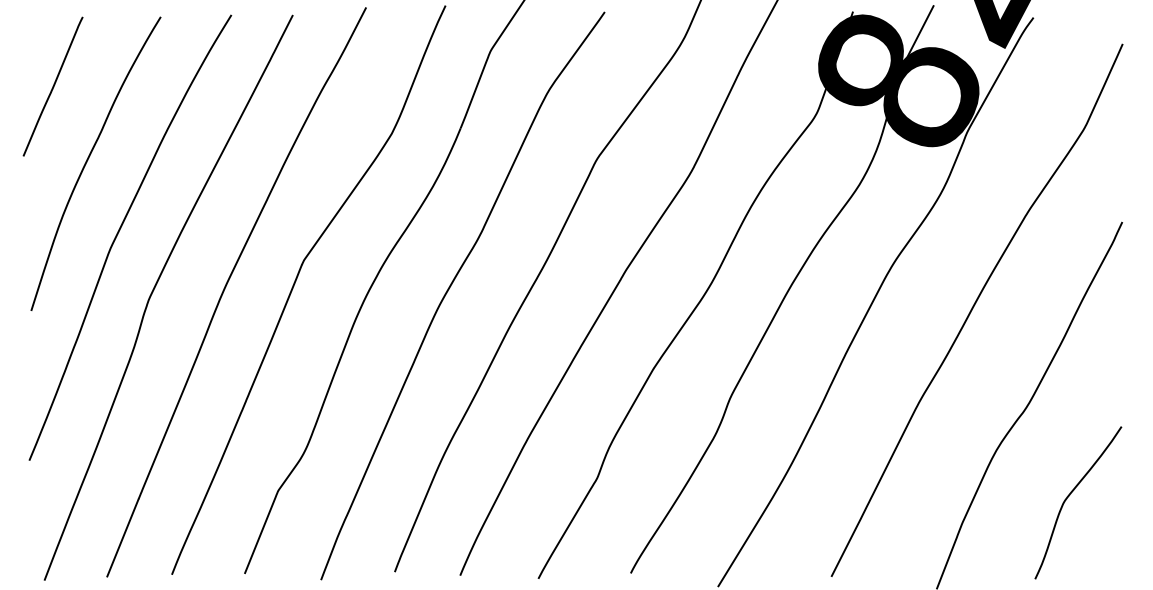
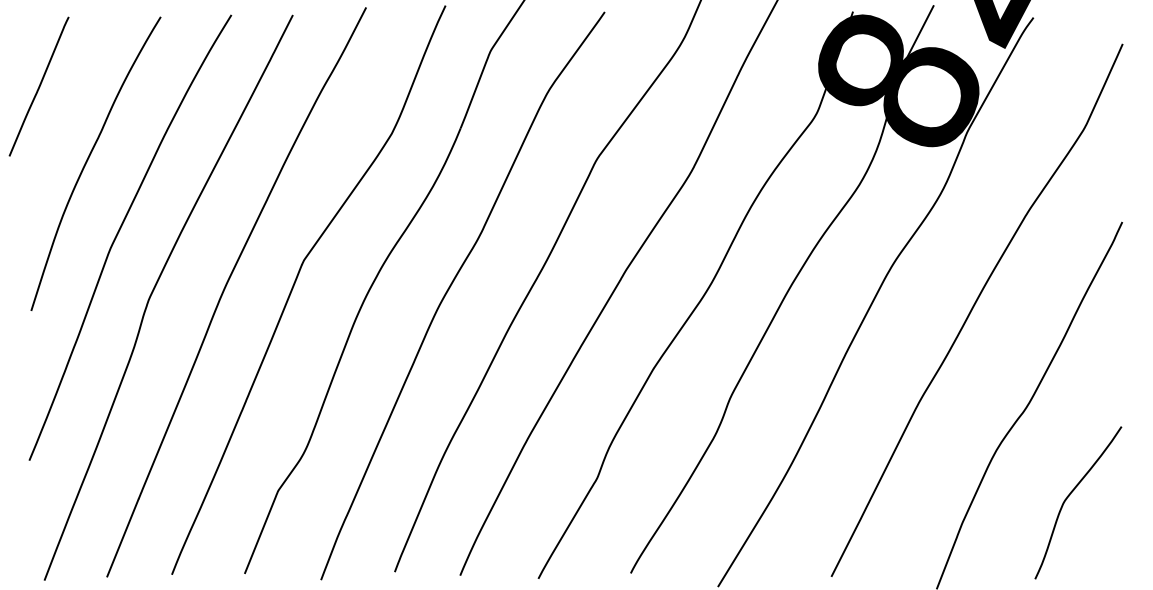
line at (52, 86) position: (52, 86) -> (38, 86)
